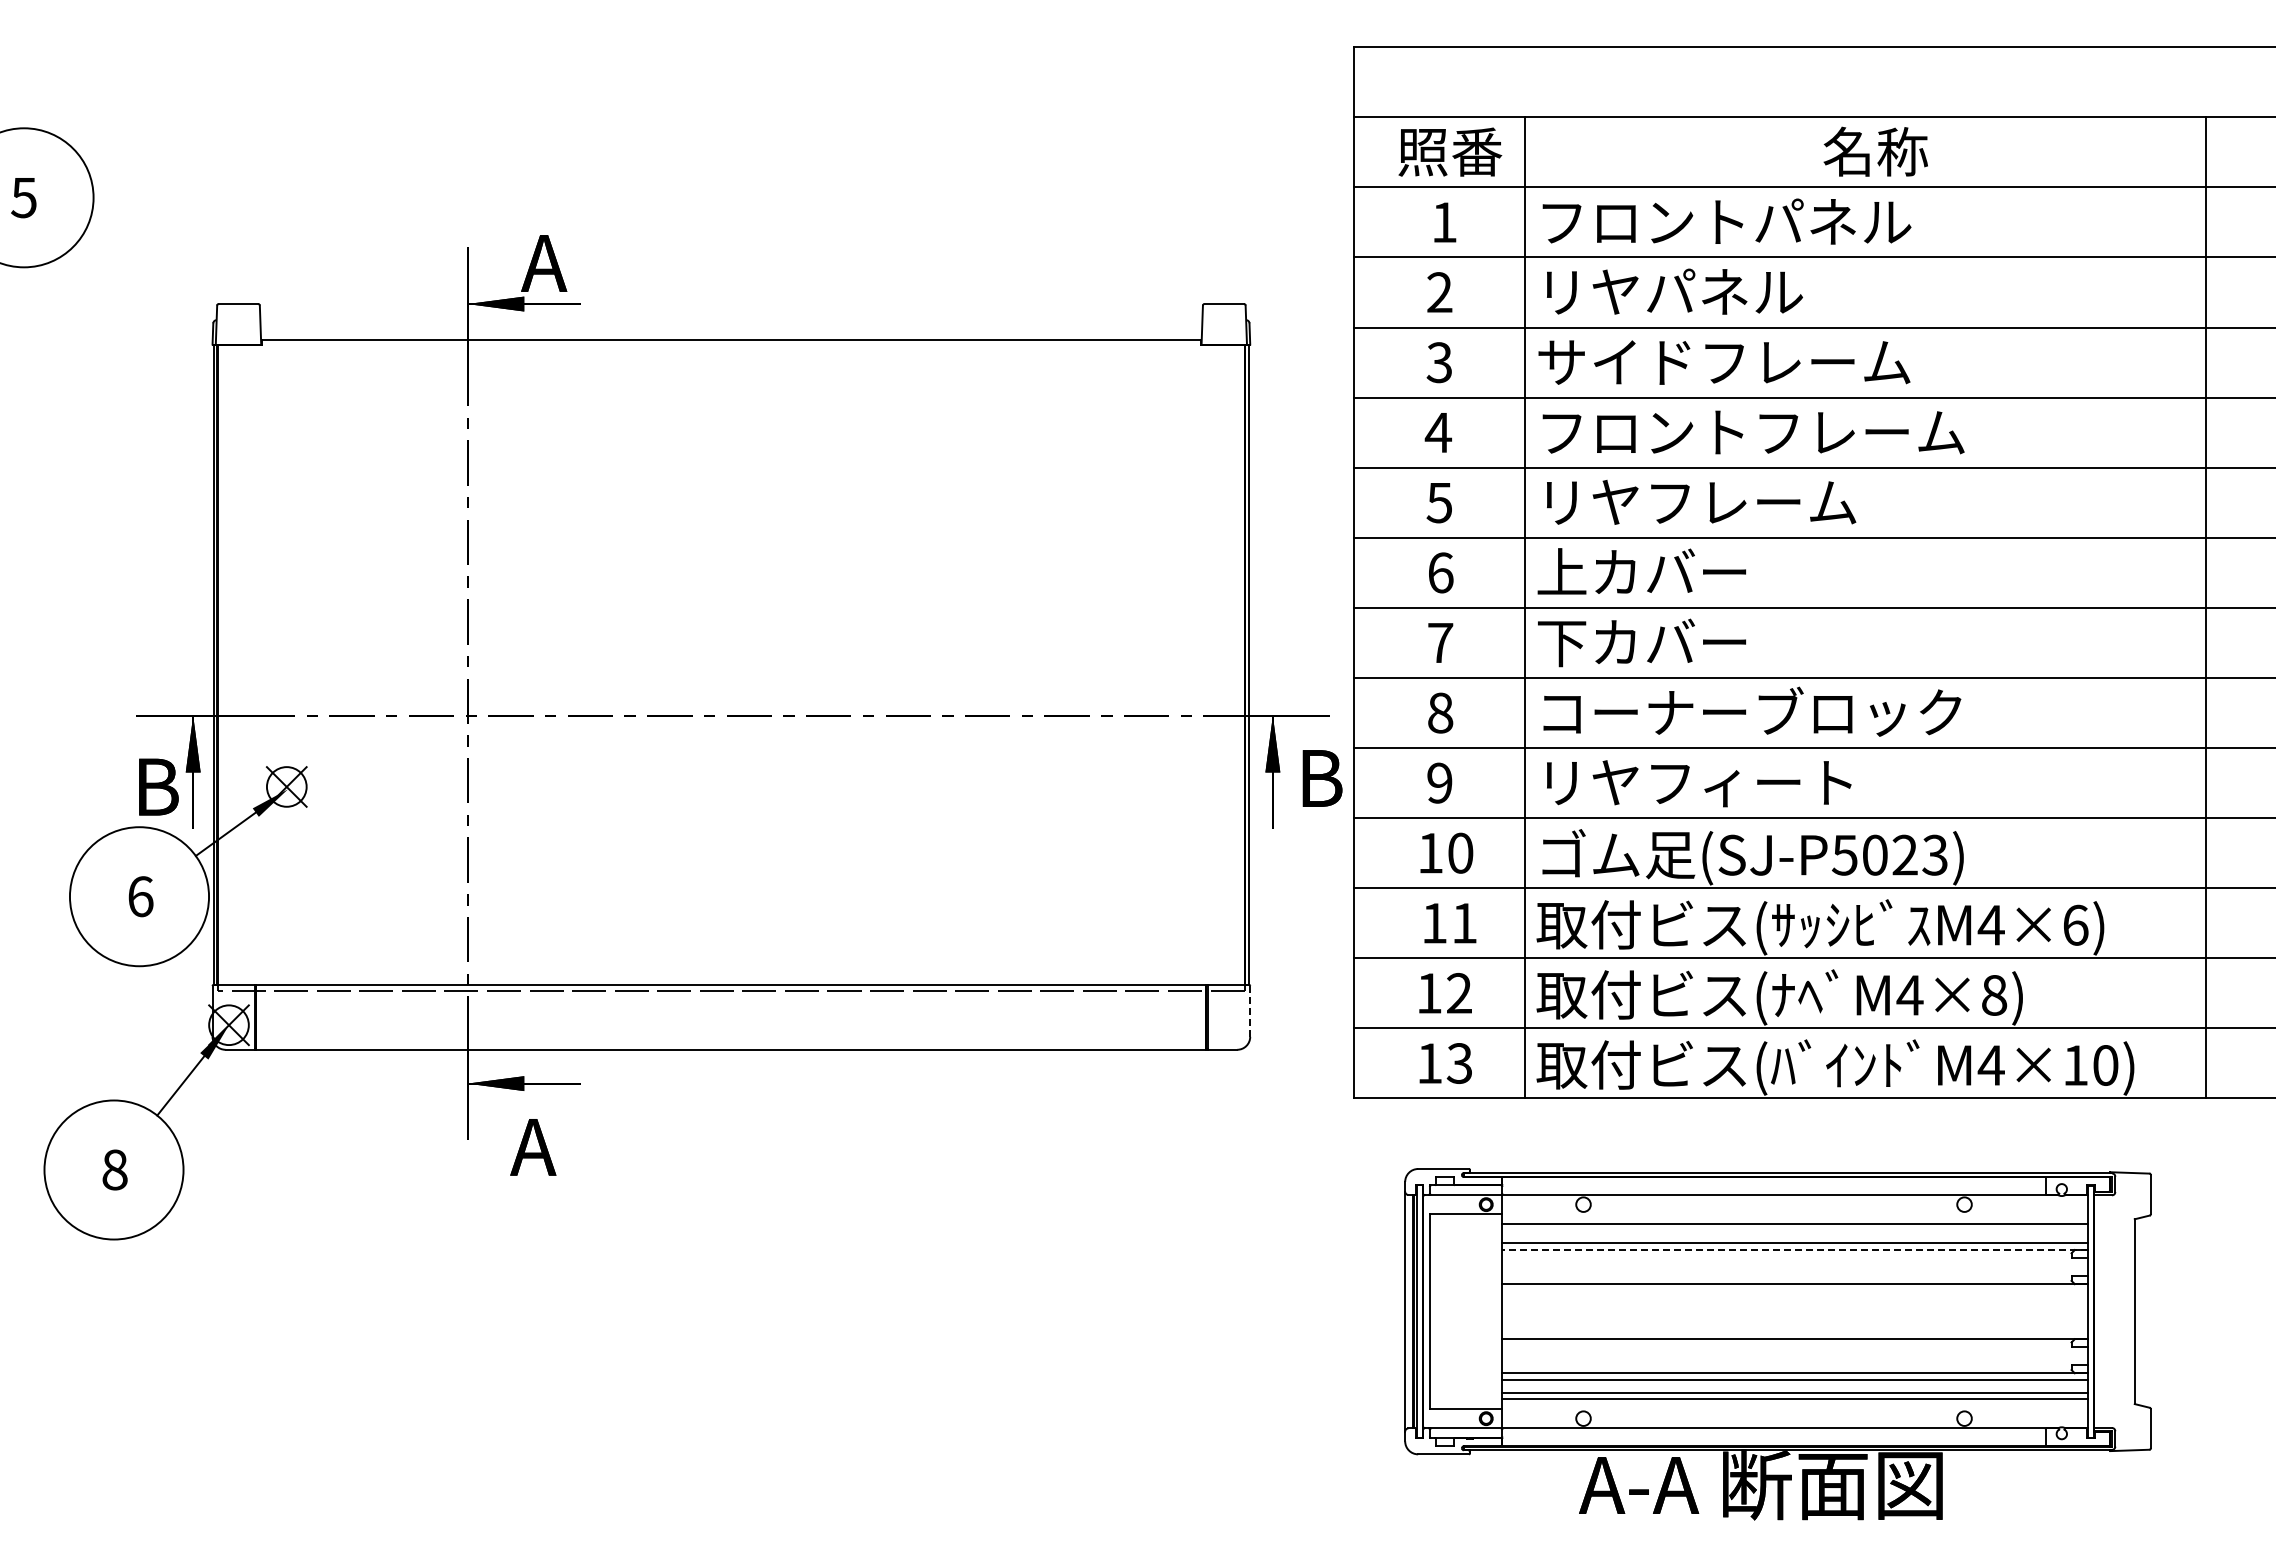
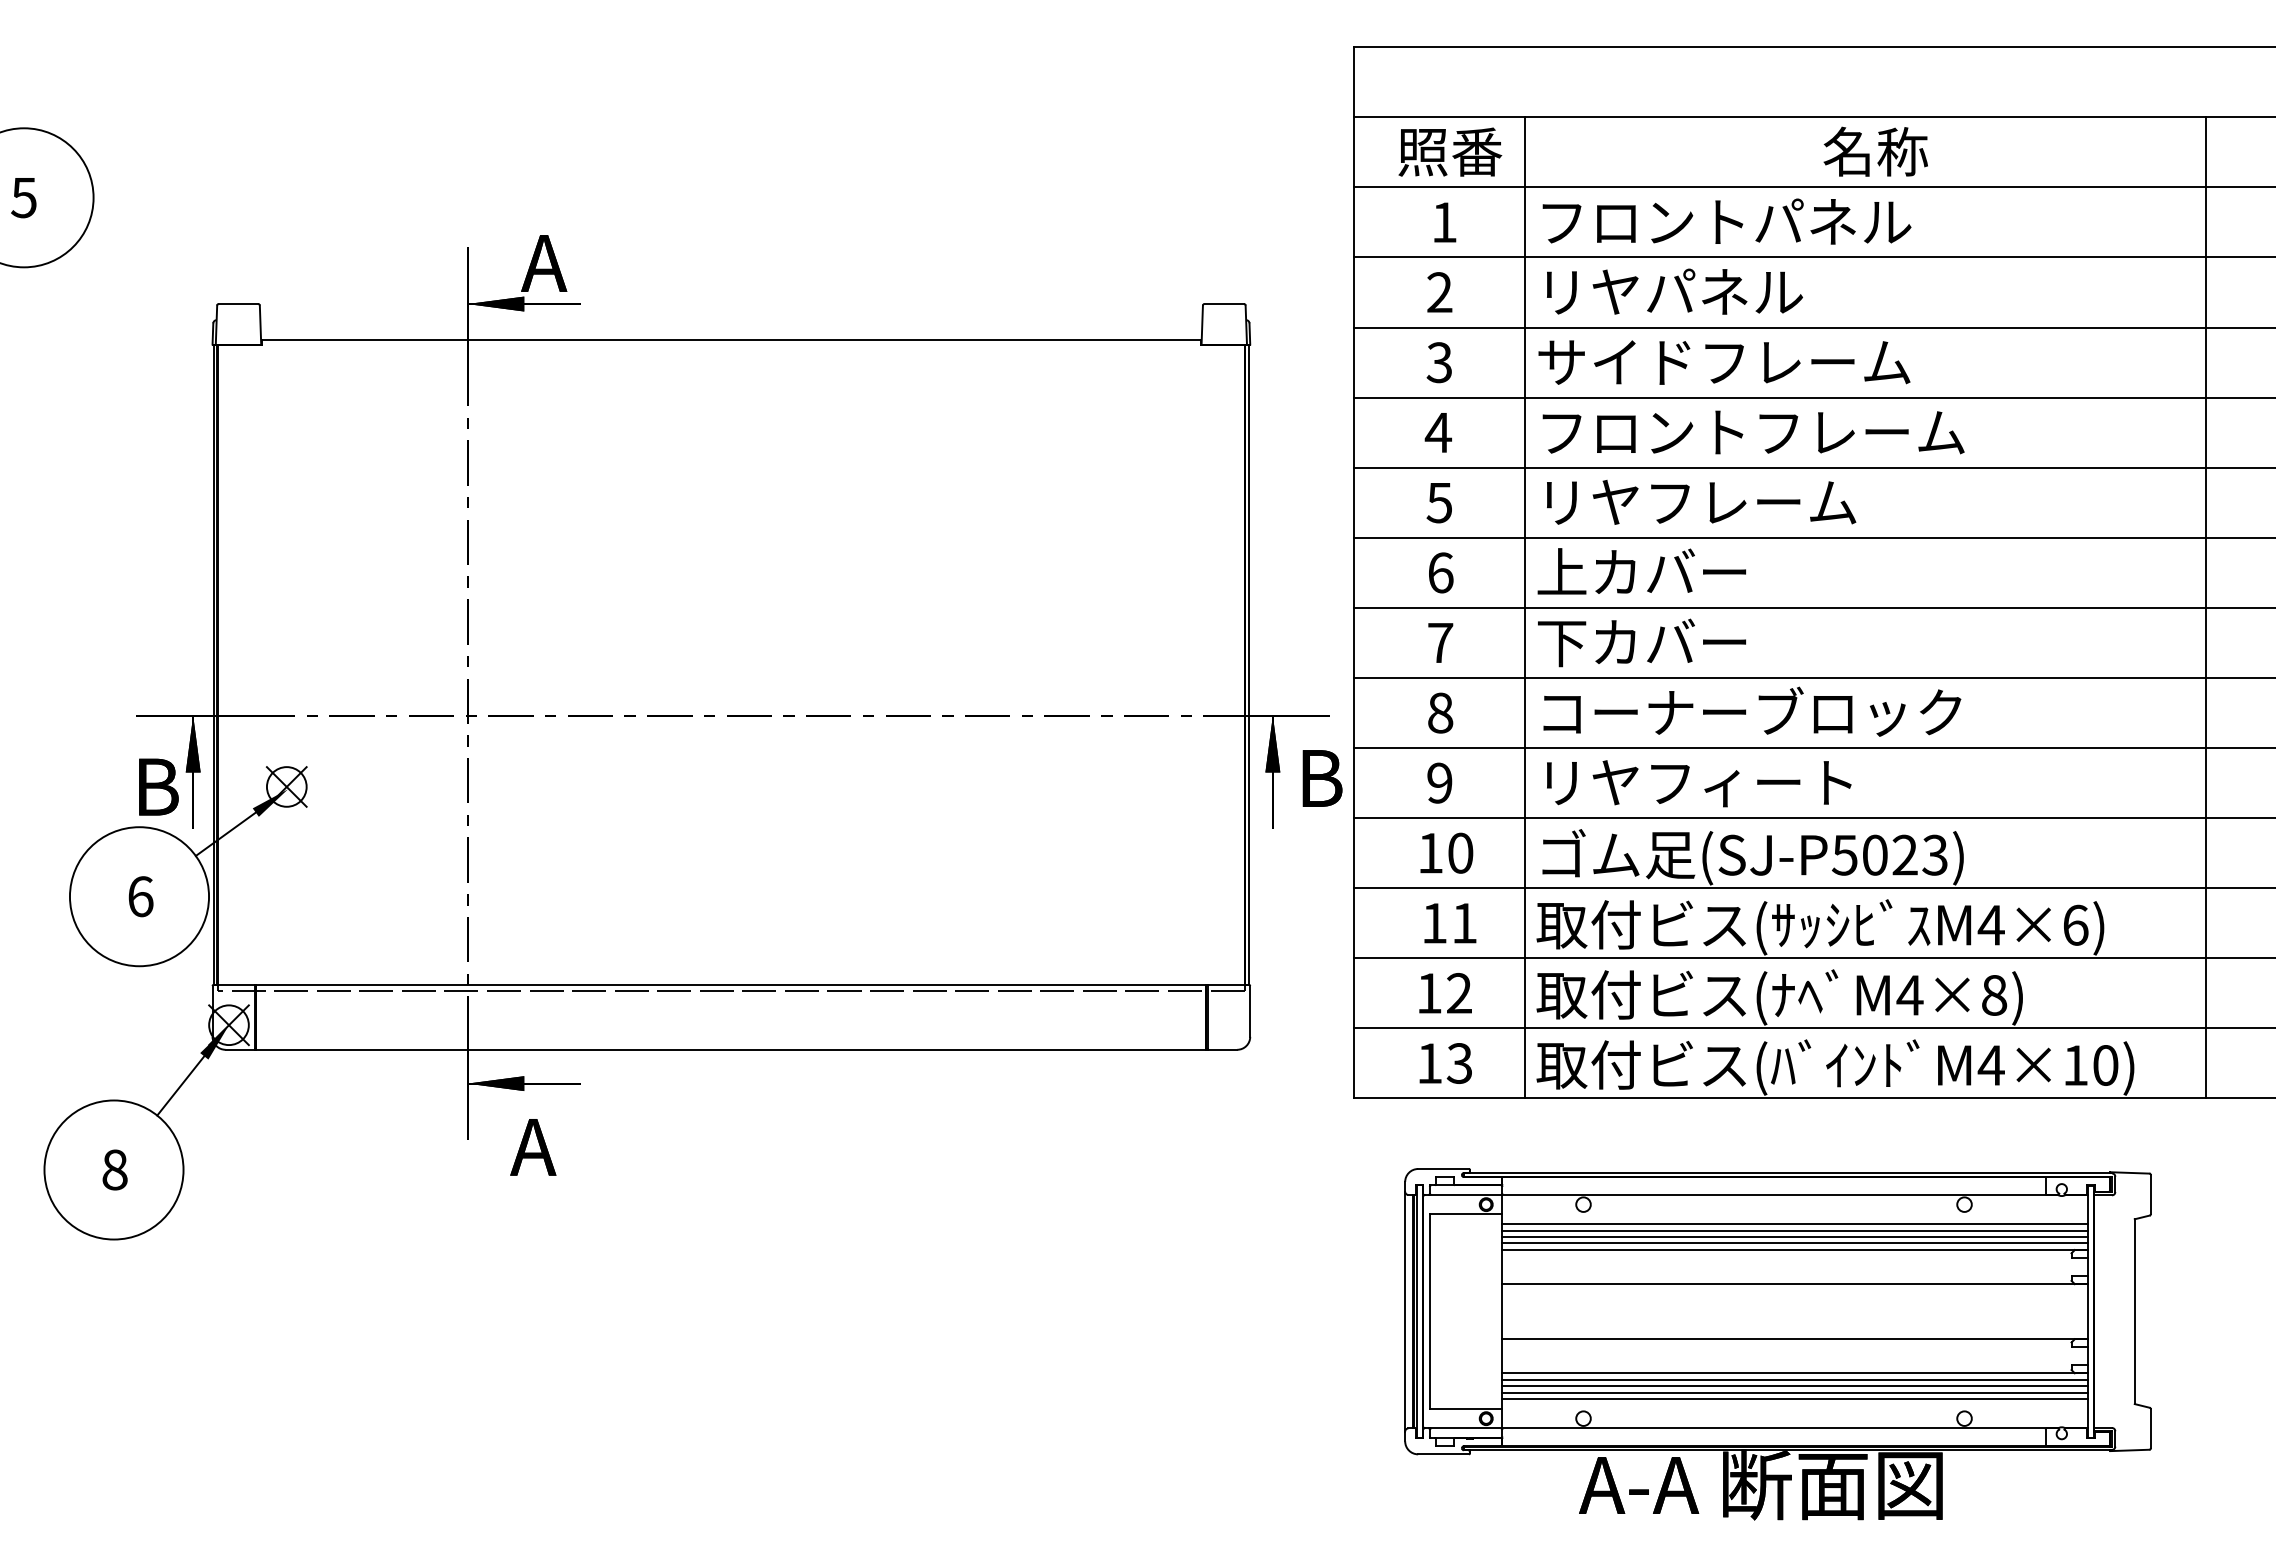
line at (1250, 1010): dashed -> solid
line at (1794, 1230): none -> present
line at (1794, 1237): none -> present
line at (1795, 1250): dashed -> solid
line at (1794, 1386): none -> present
